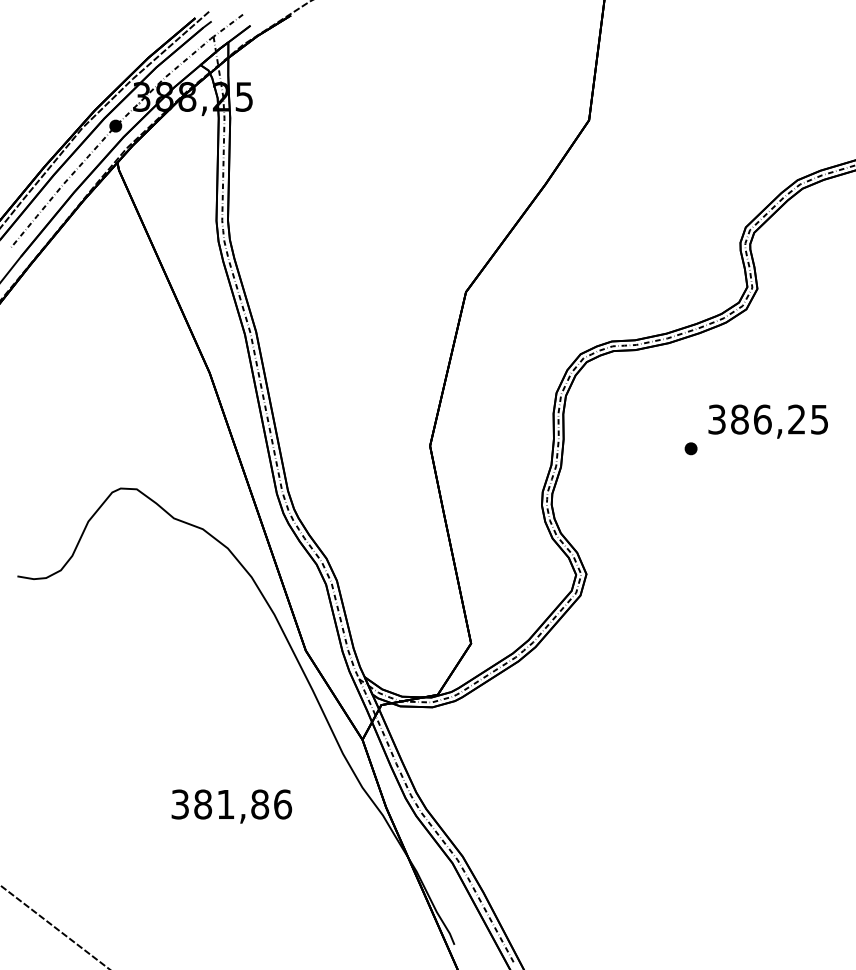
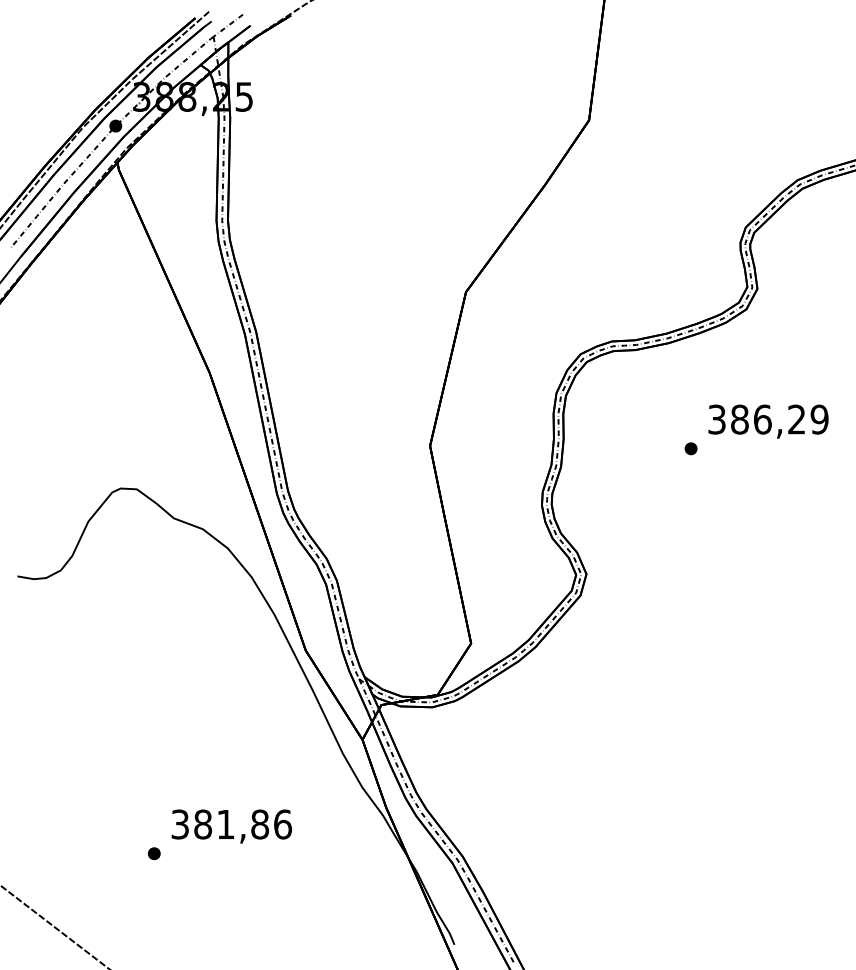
text at (819, 419): 386,25 -> 386,29
text at (231, 806) position: (231, 806) -> (231, 826)
part at (154, 853): none -> present
